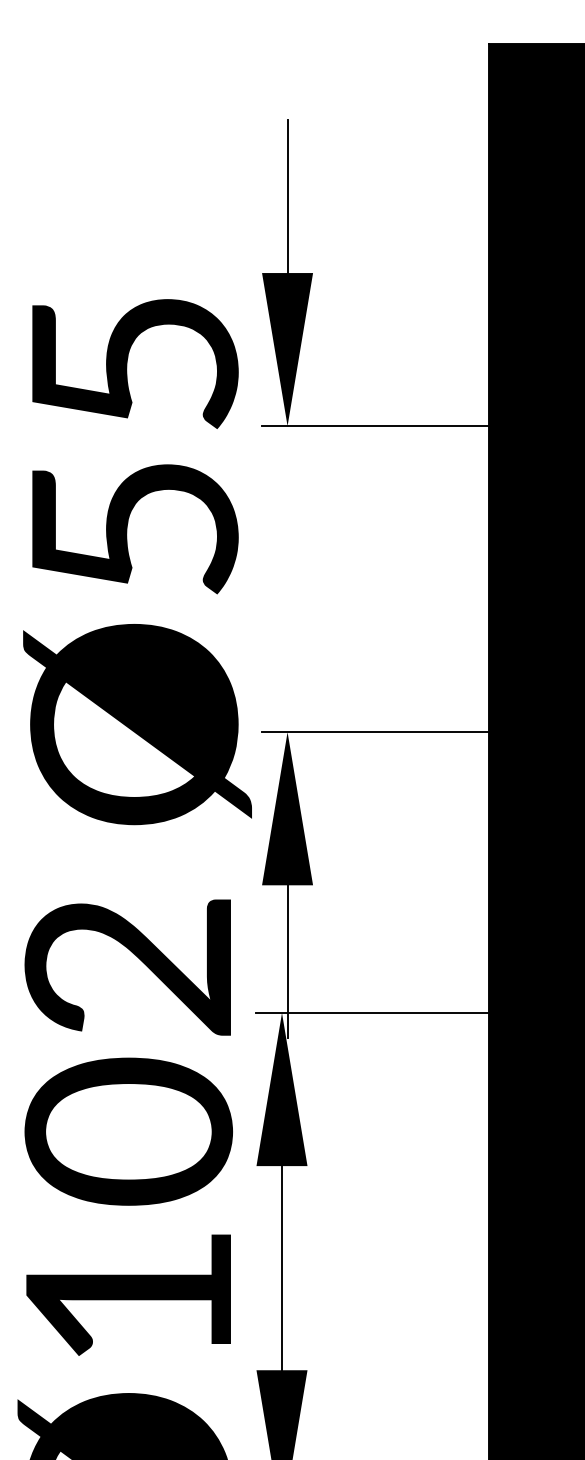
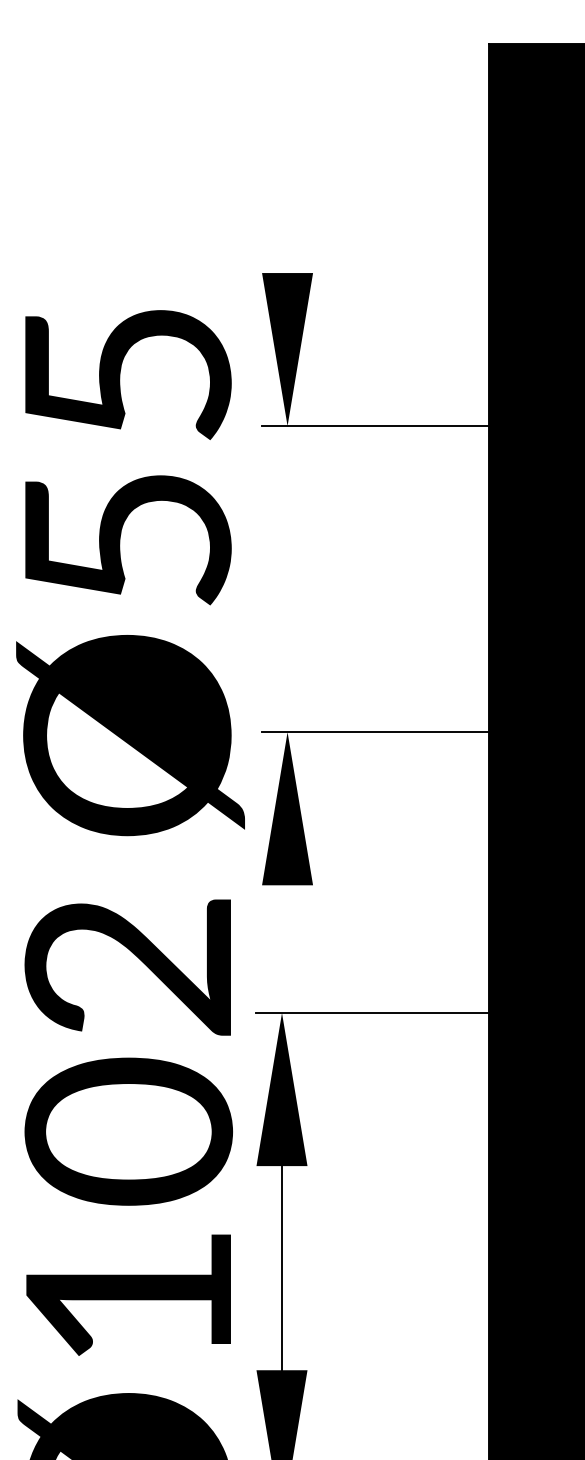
line at (287, 196): present -> none
text at (137, 562) position: (137, 562) -> (130, 573)
line at (287, 961): present -> none
